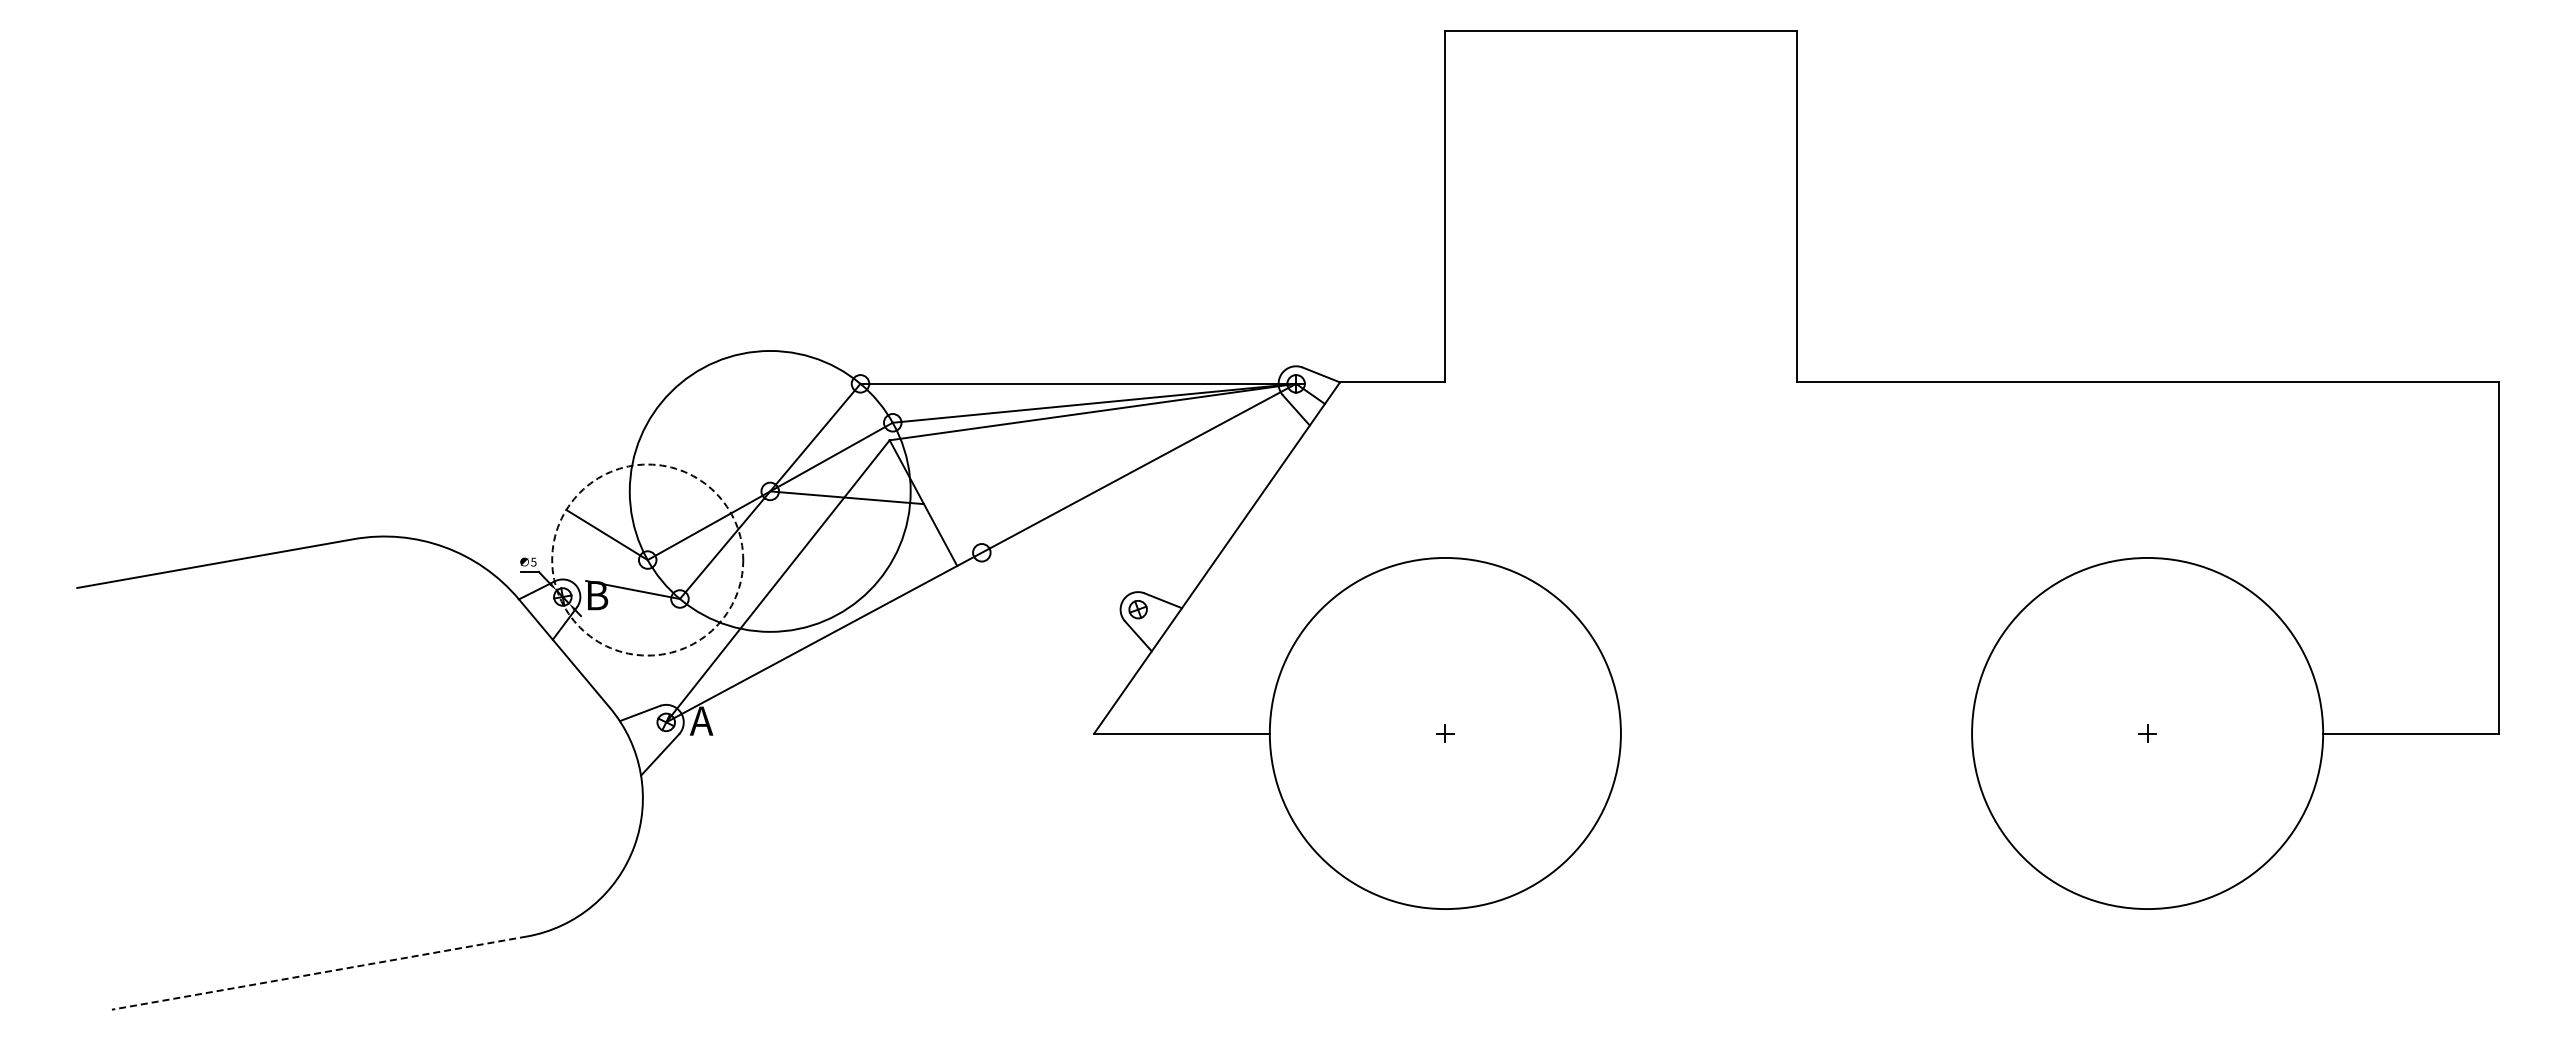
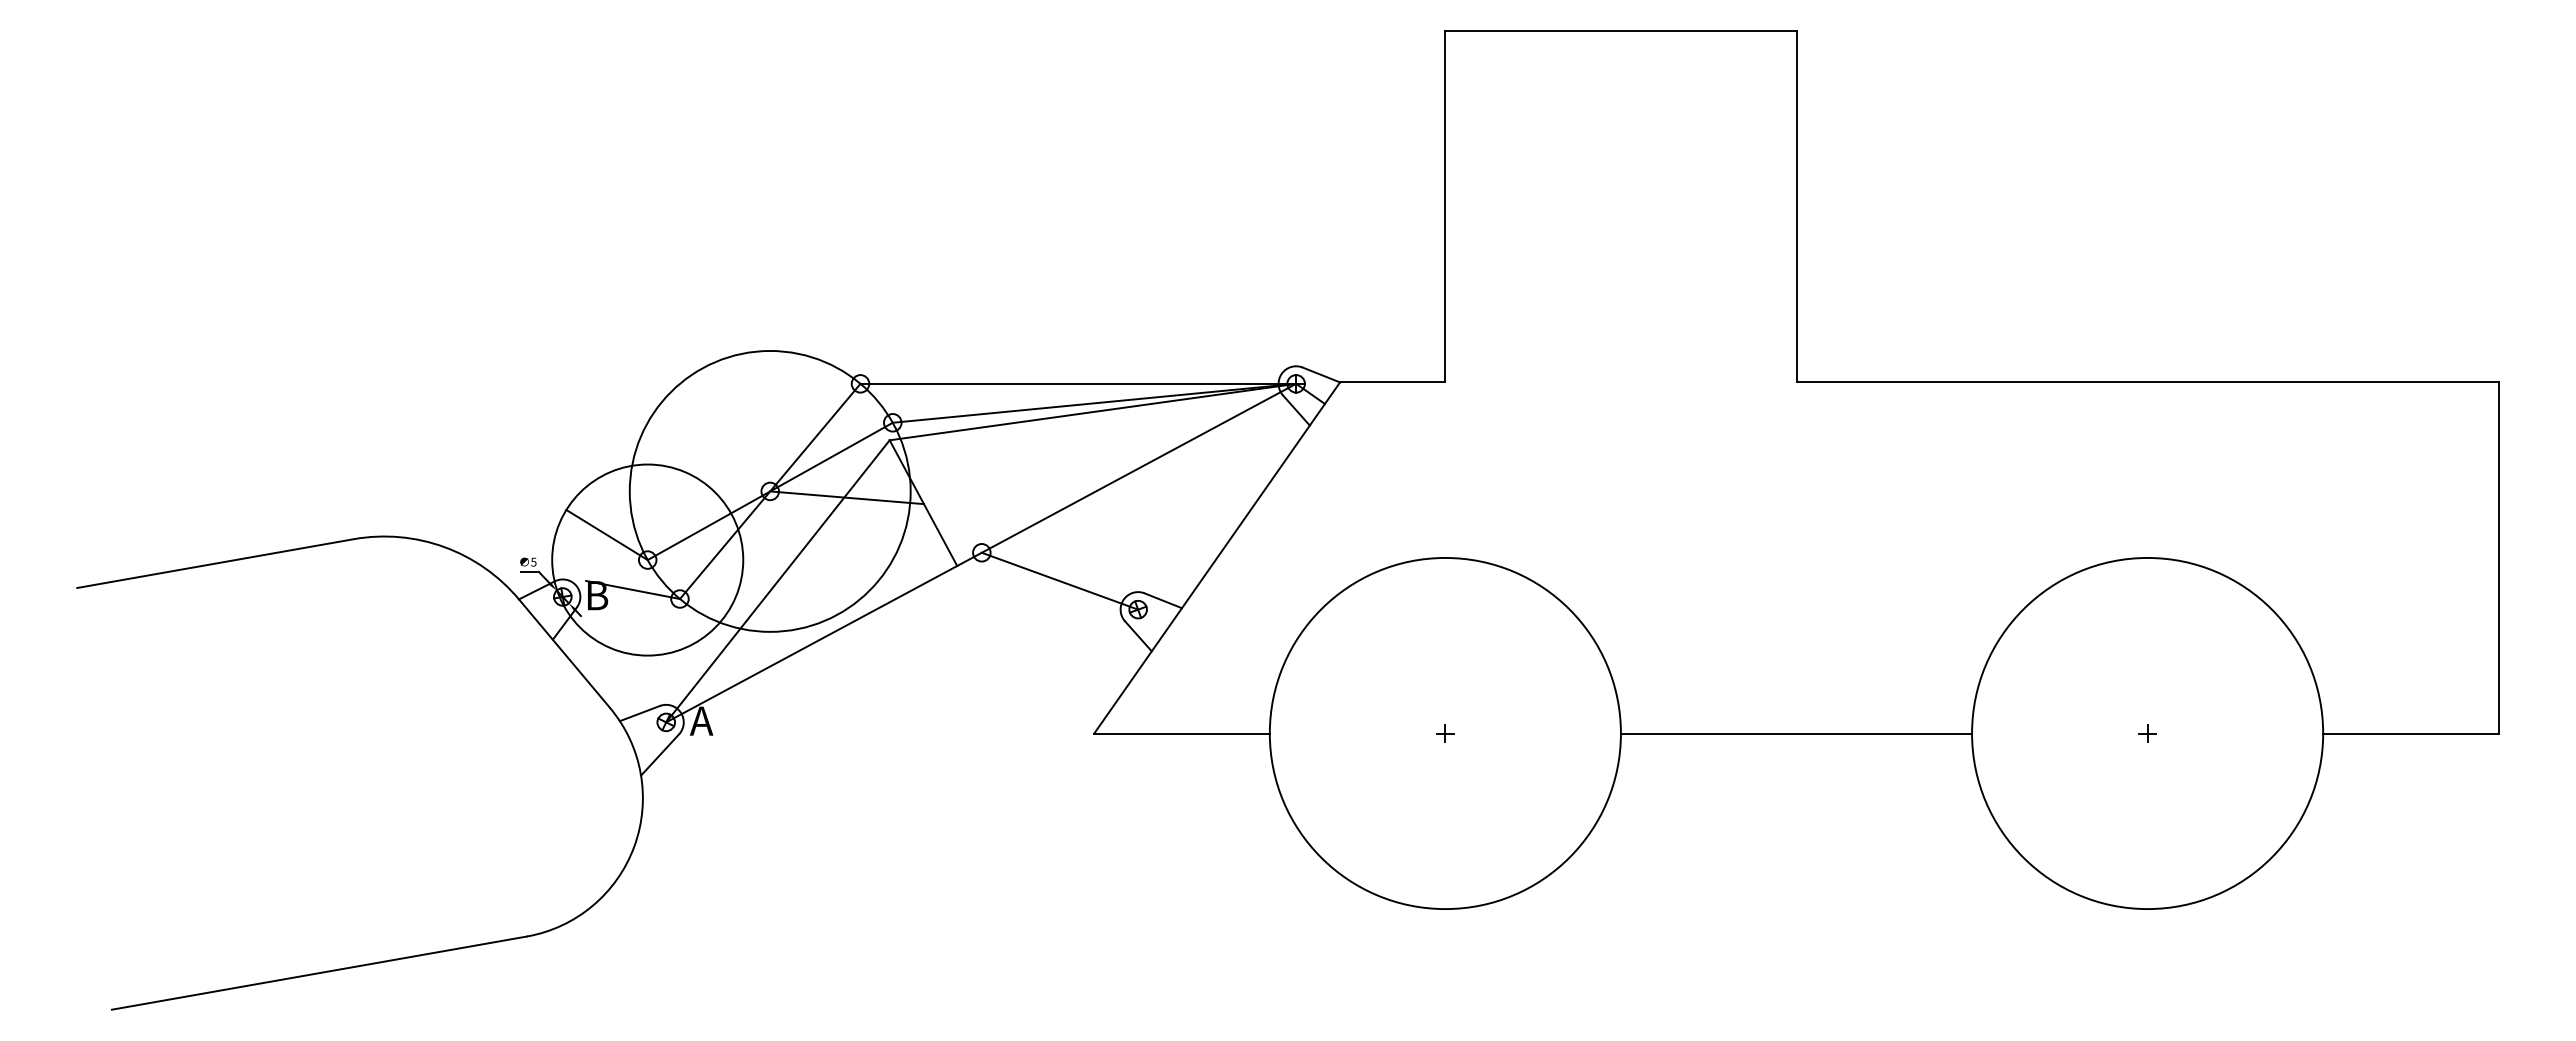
circle at (647, 559): dashed -> solid
line at (1059, 580): none -> present
line at (1796, 733): none -> present
line at (319, 973): dashed -> solid
